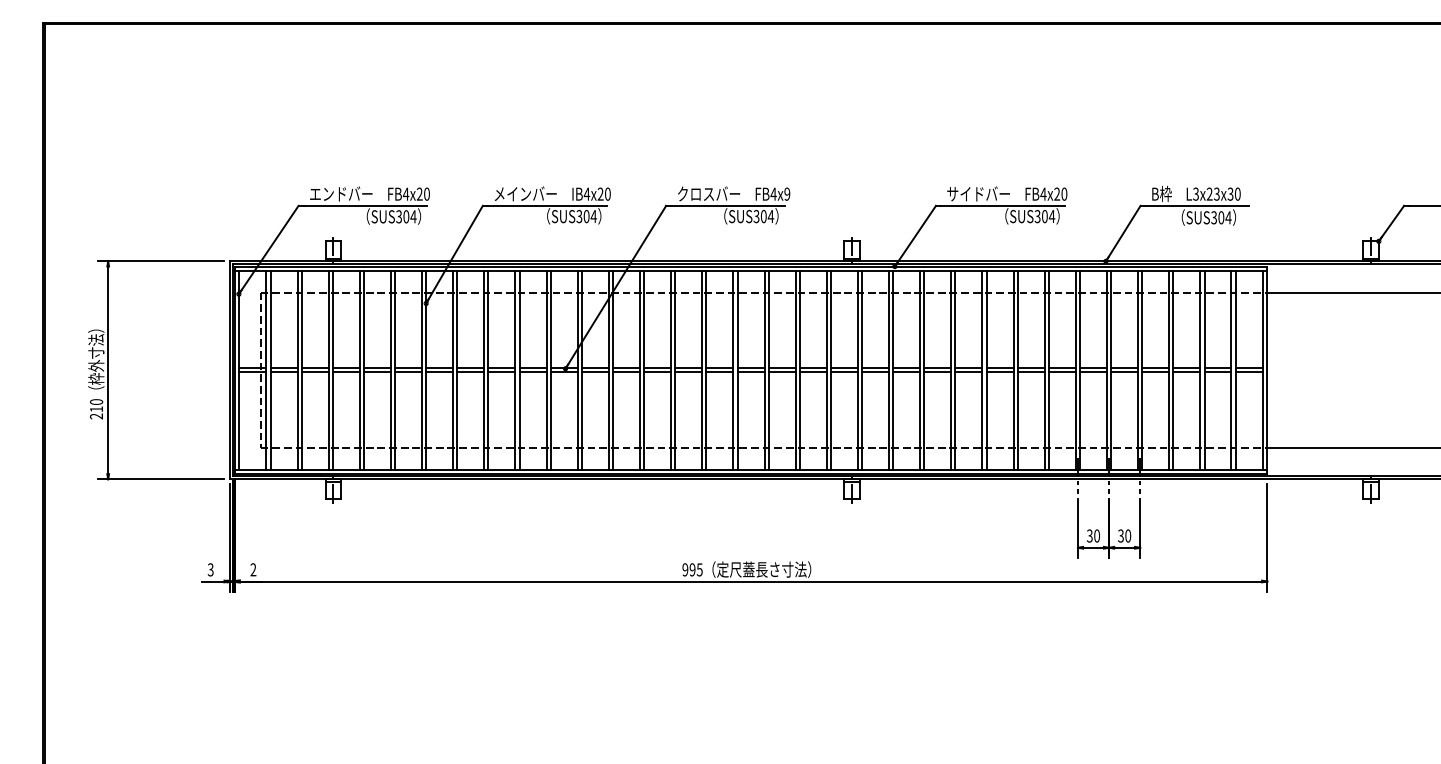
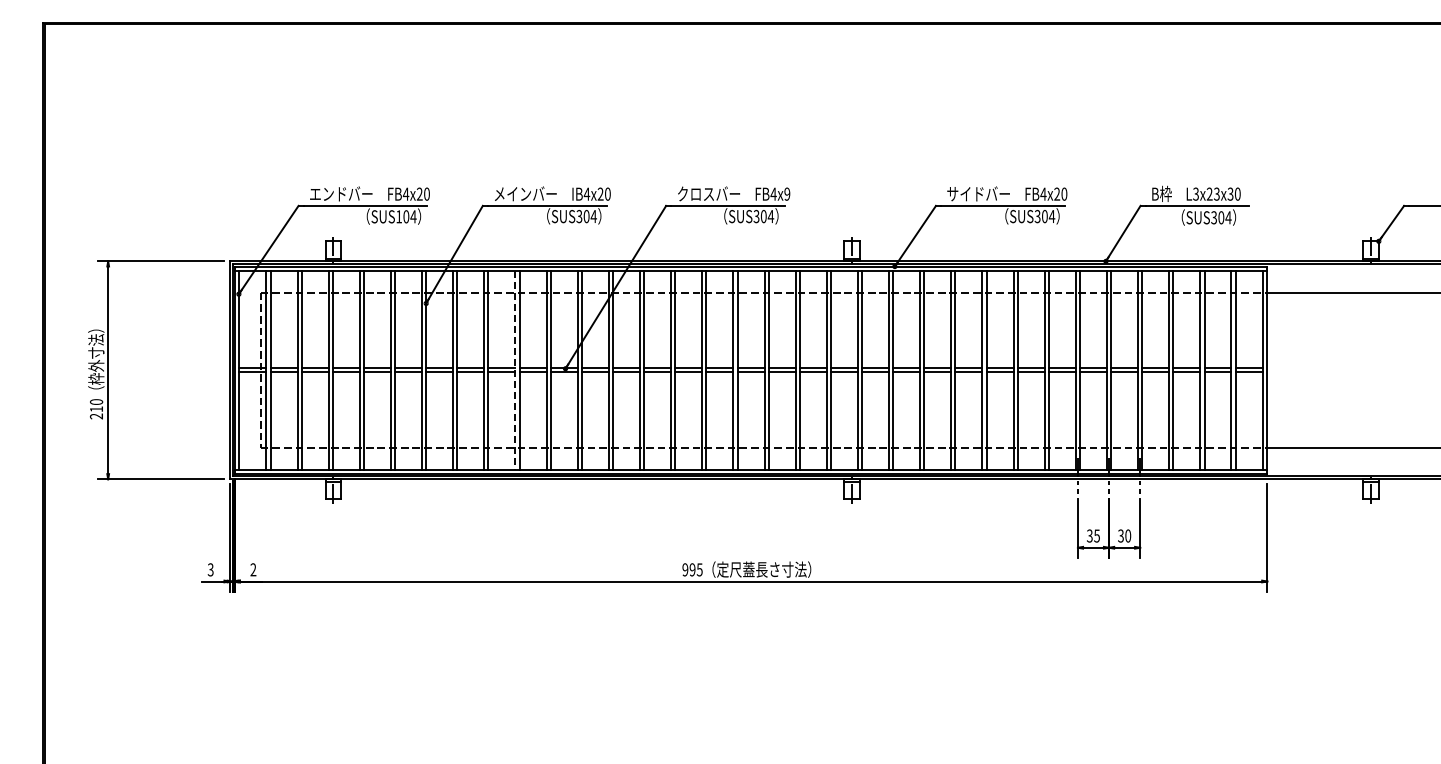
text at (398, 216): SUS304 -> SUS104
line at (515, 370): solid -> dashed
text at (1096, 535): 30 -> 35
